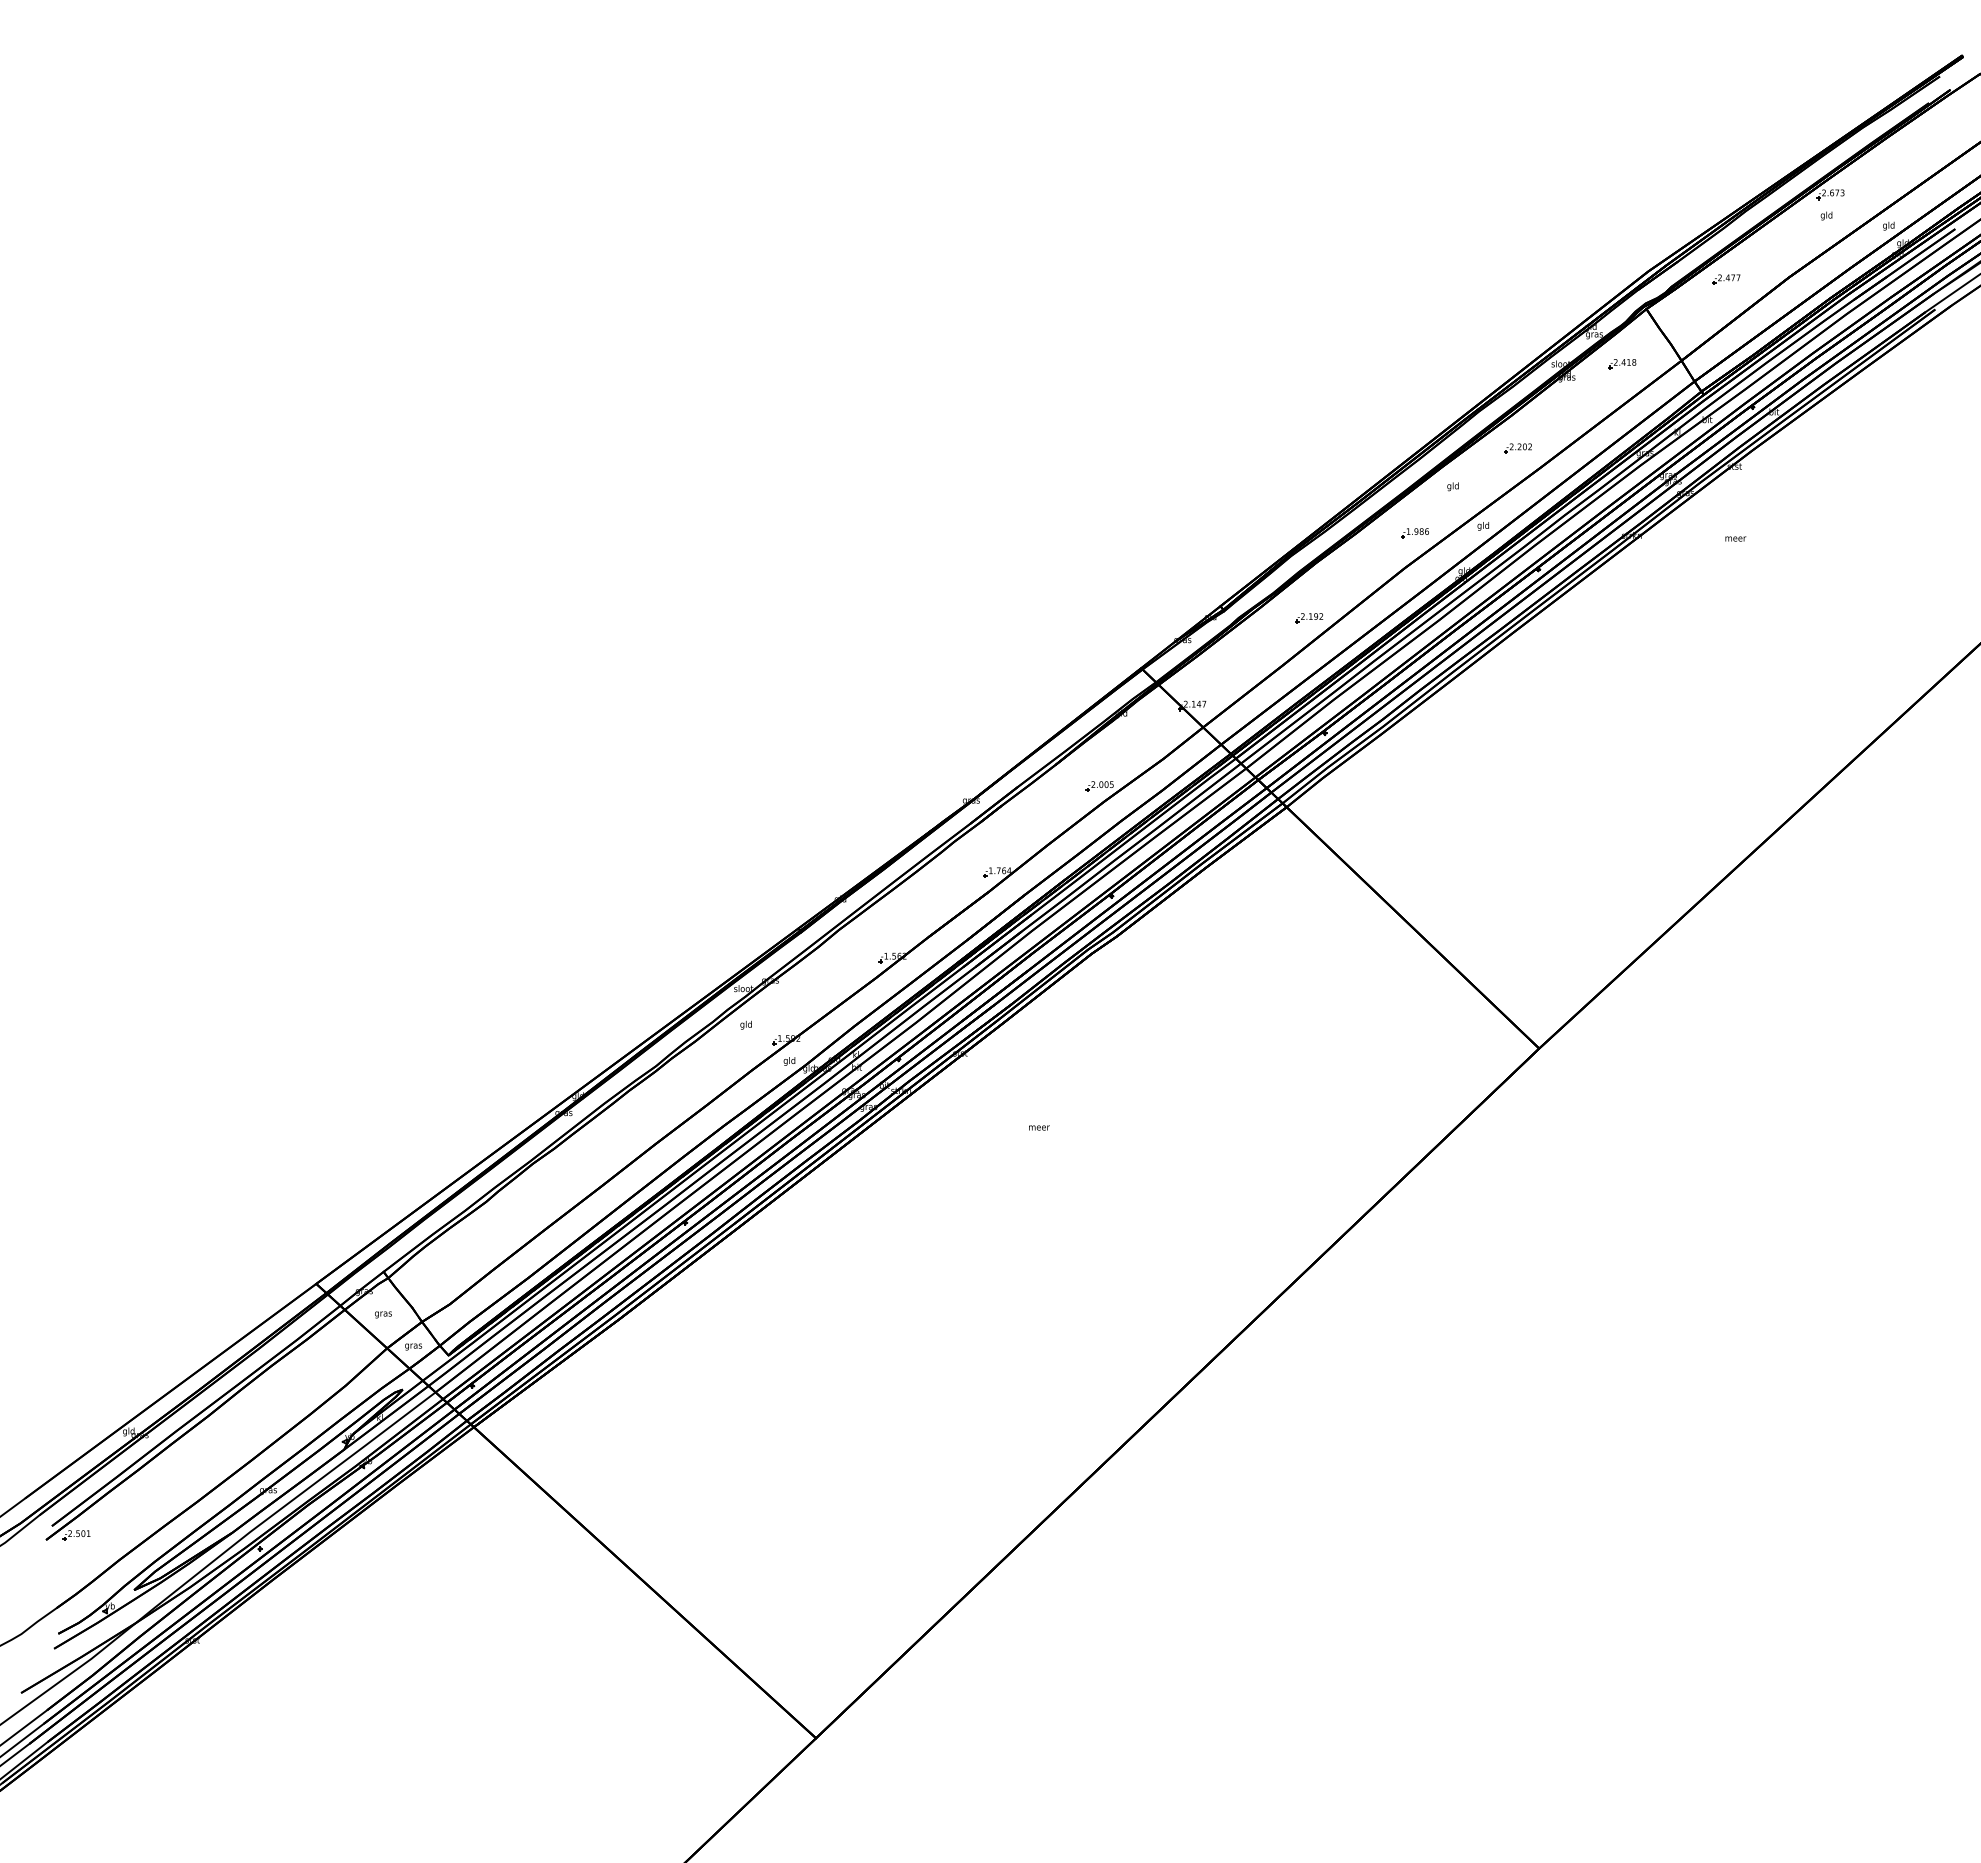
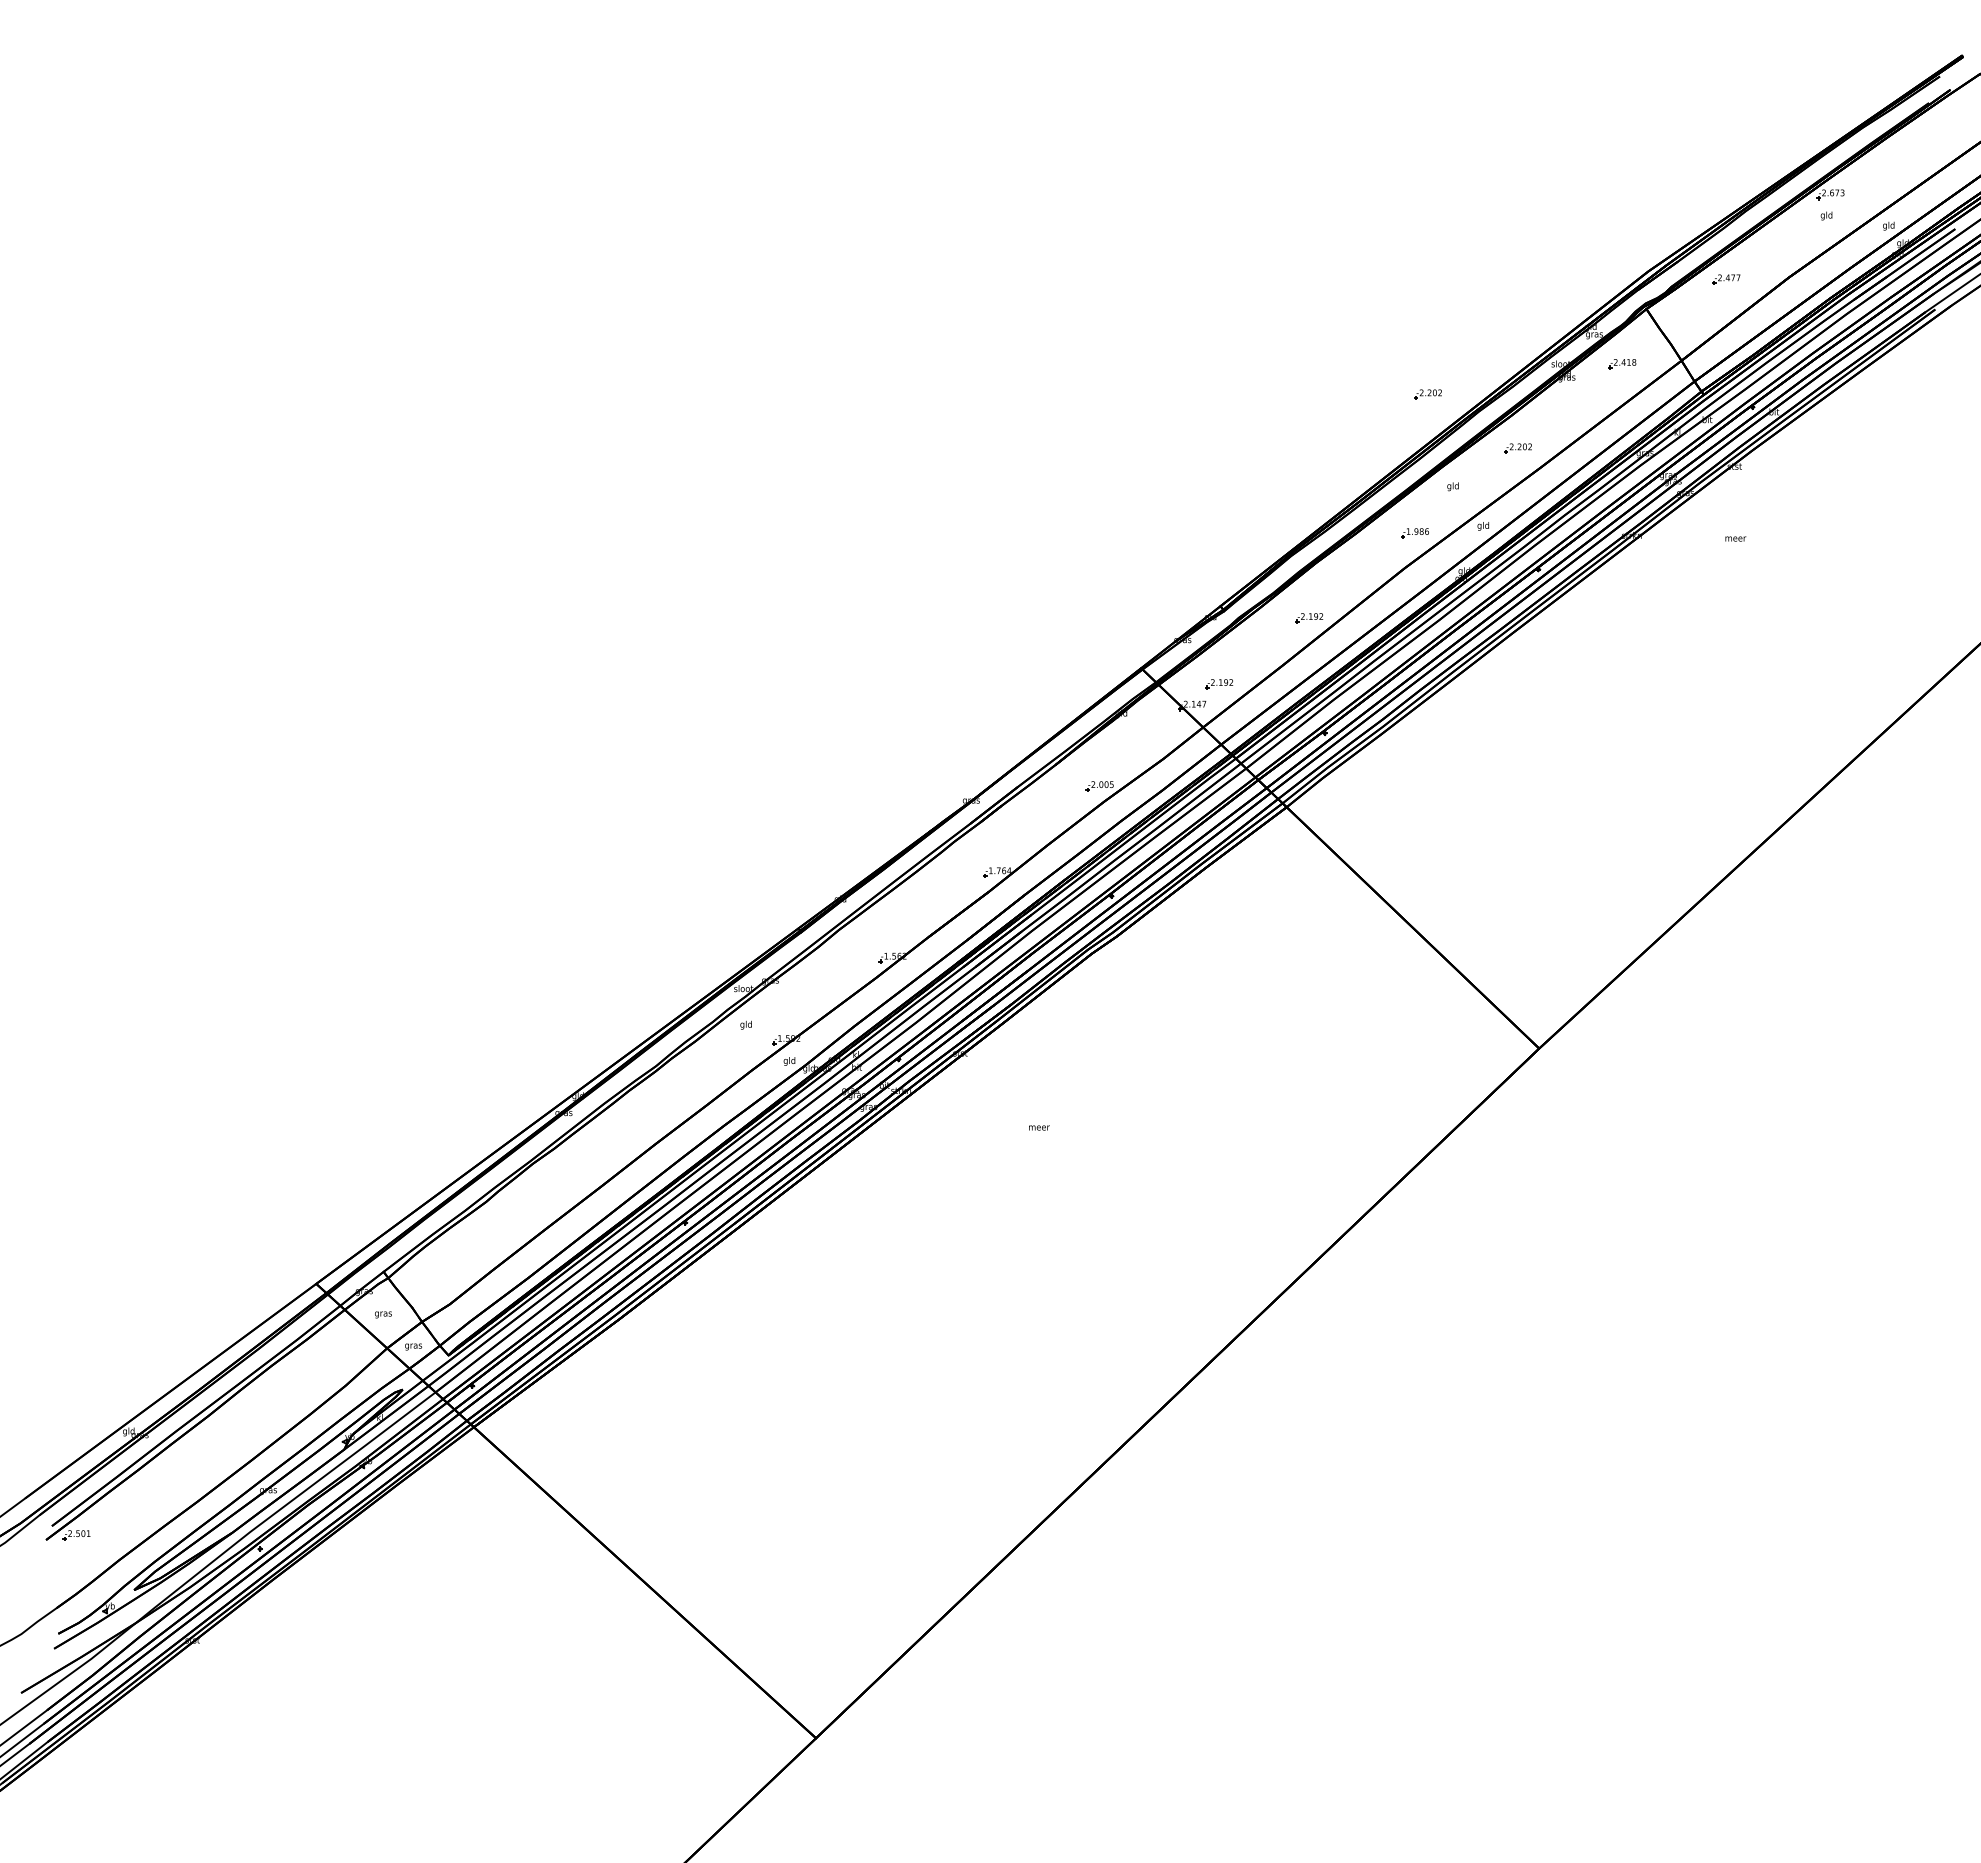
part at (1427, 394): none -> present
part at (1219, 684): none -> present
